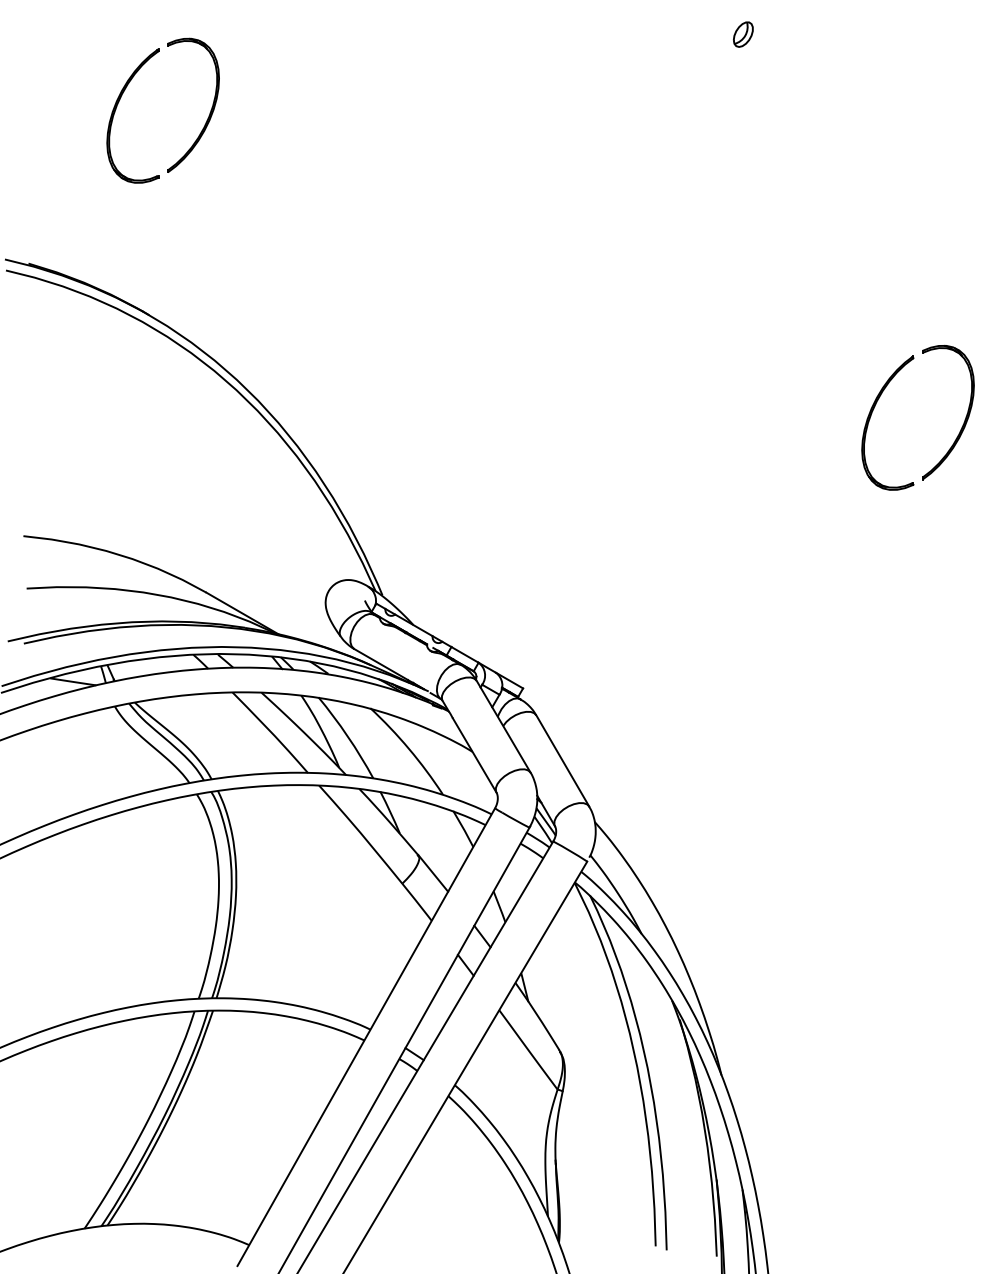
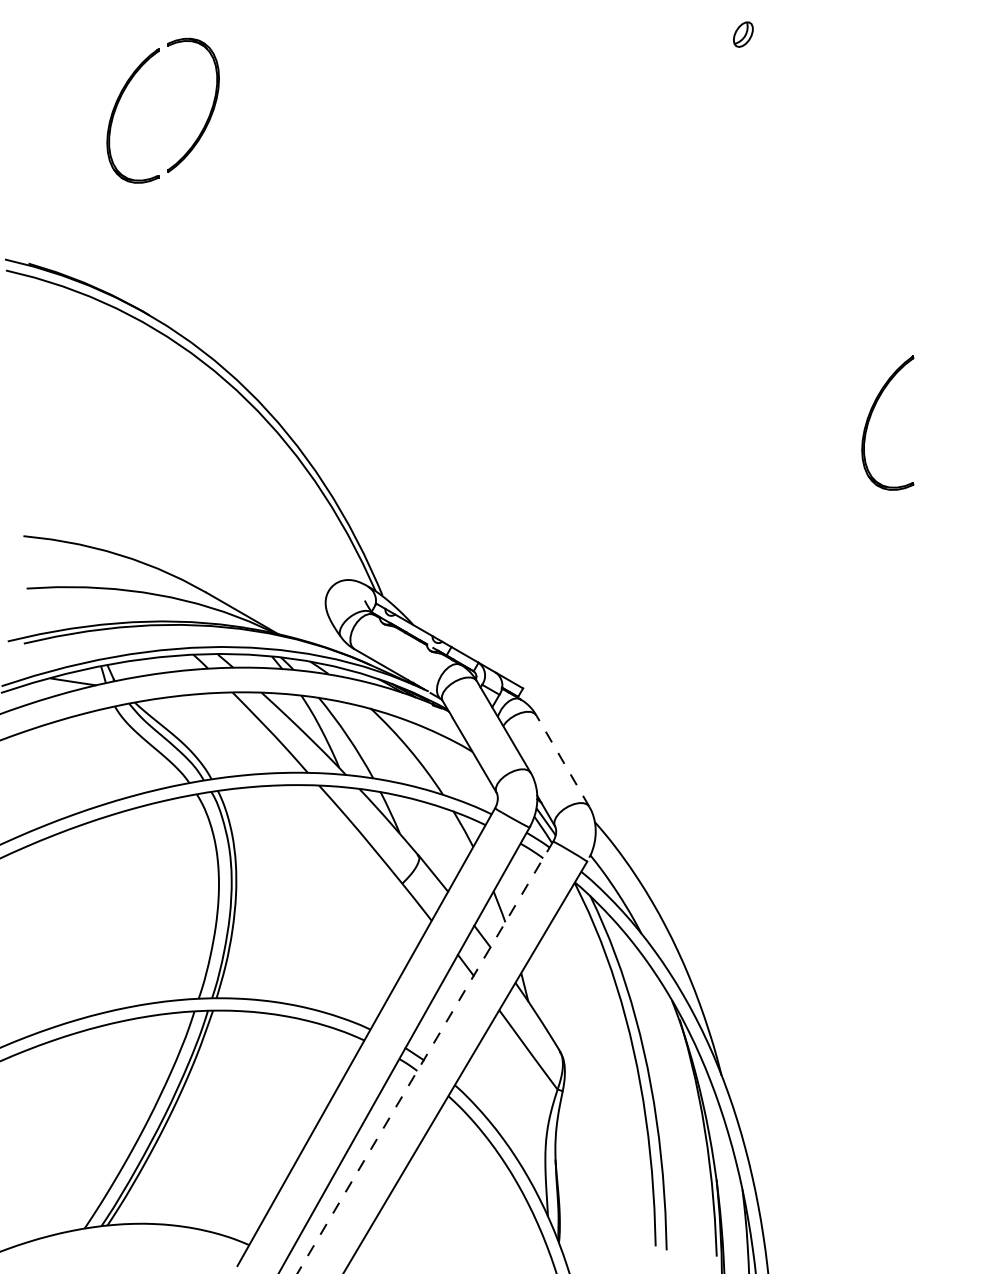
part at (965, 416): present -> none
line at (562, 760): solid -> dashed
line at (425, 1057): solid -> dashed
